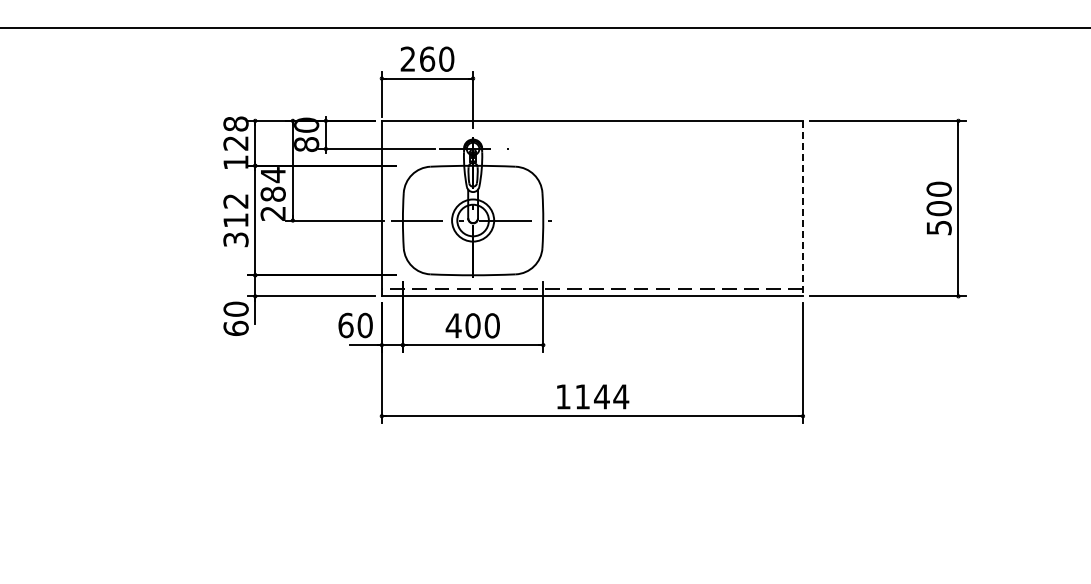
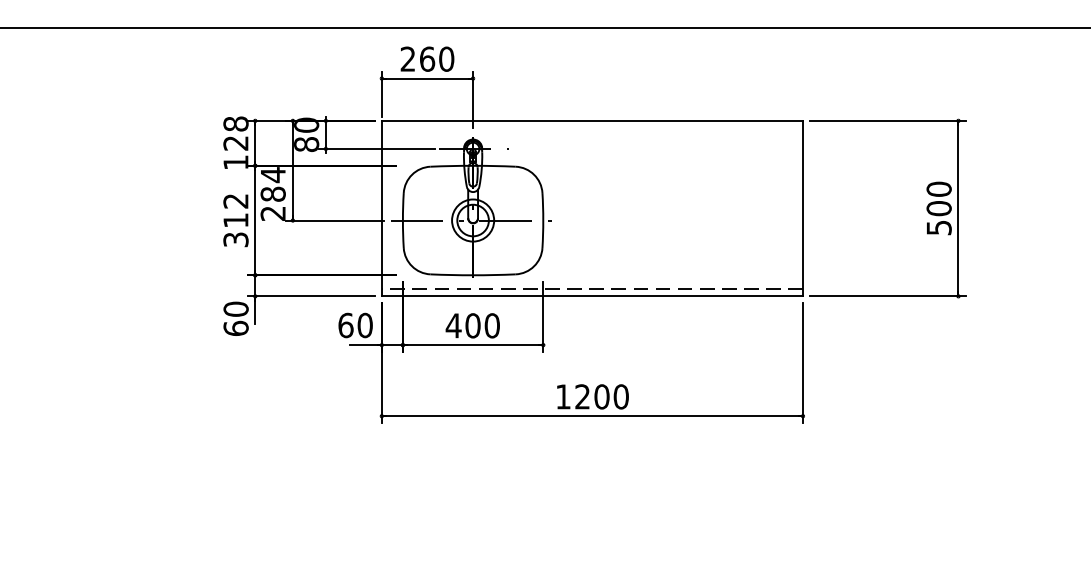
line at (803, 208): dashed -> solid
text at (602, 396): 1144 -> 1200
